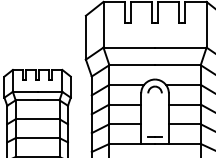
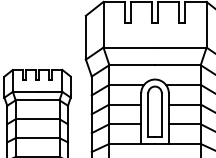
line at (148, 114): none -> present
line at (161, 114): none -> present
